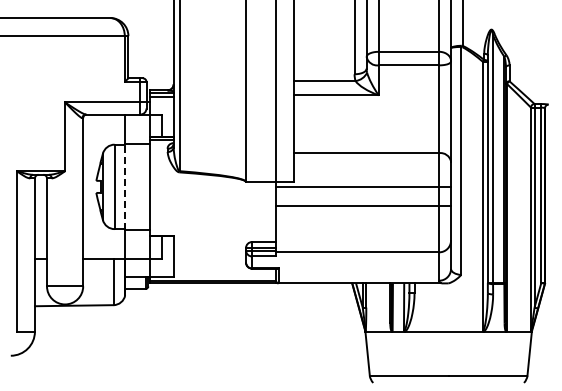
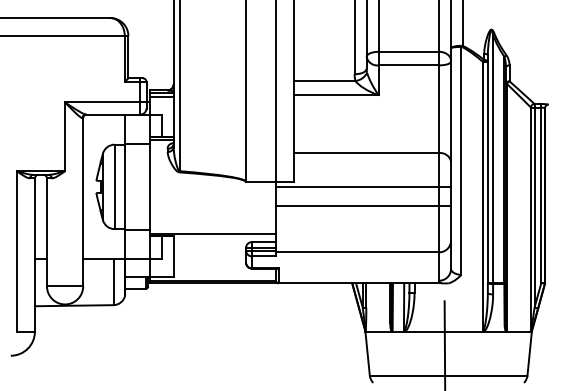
line at (125, 186): dashed -> solid
line at (212, 233): none -> present
line at (444, 343): none -> present
